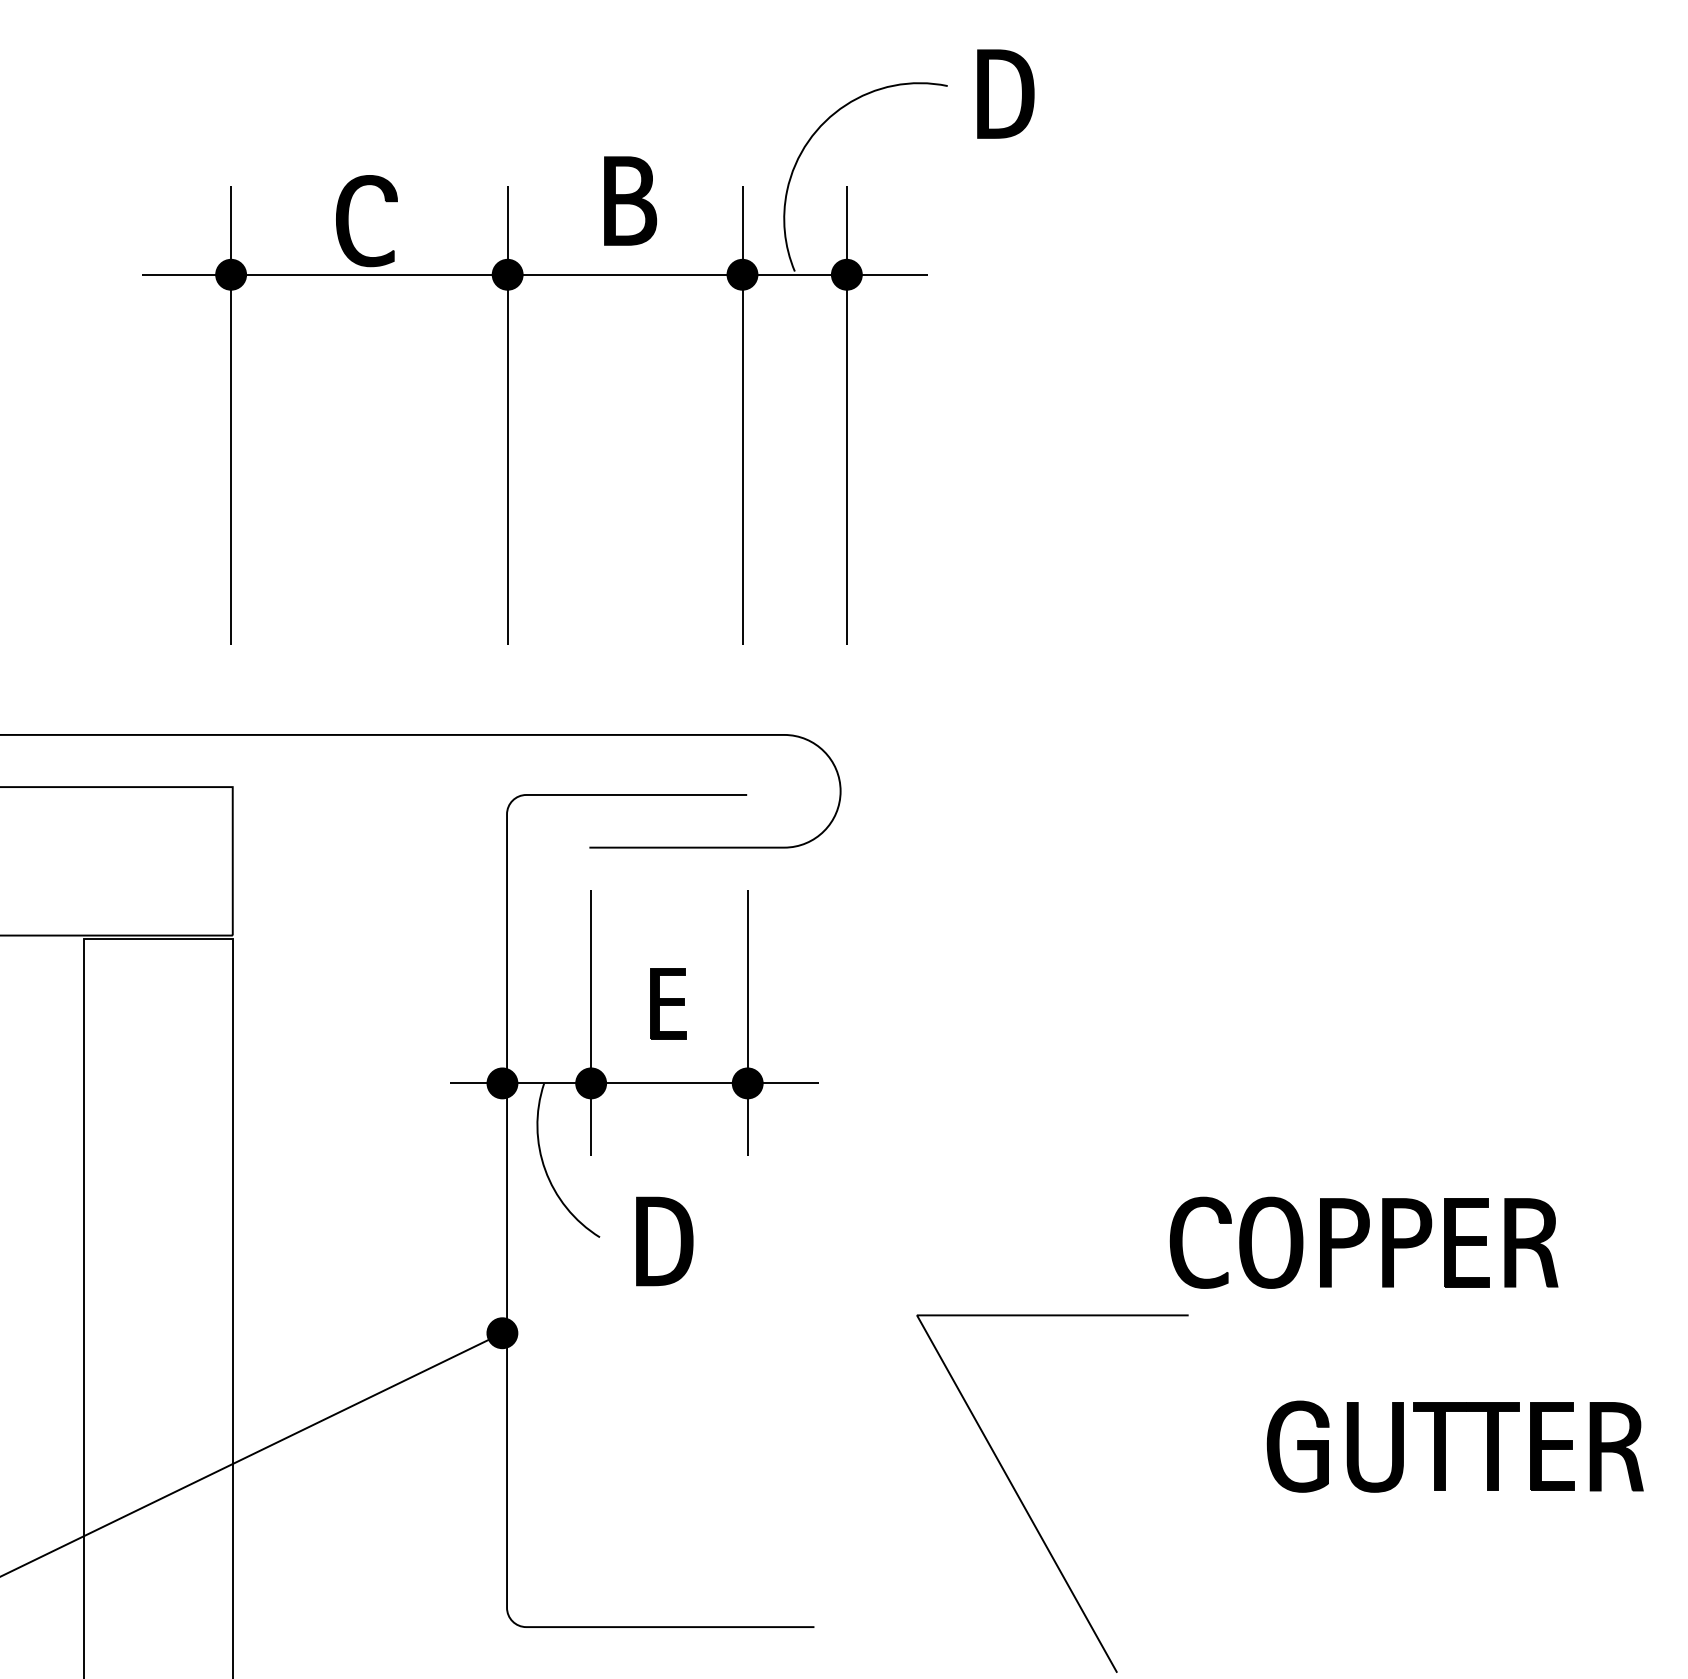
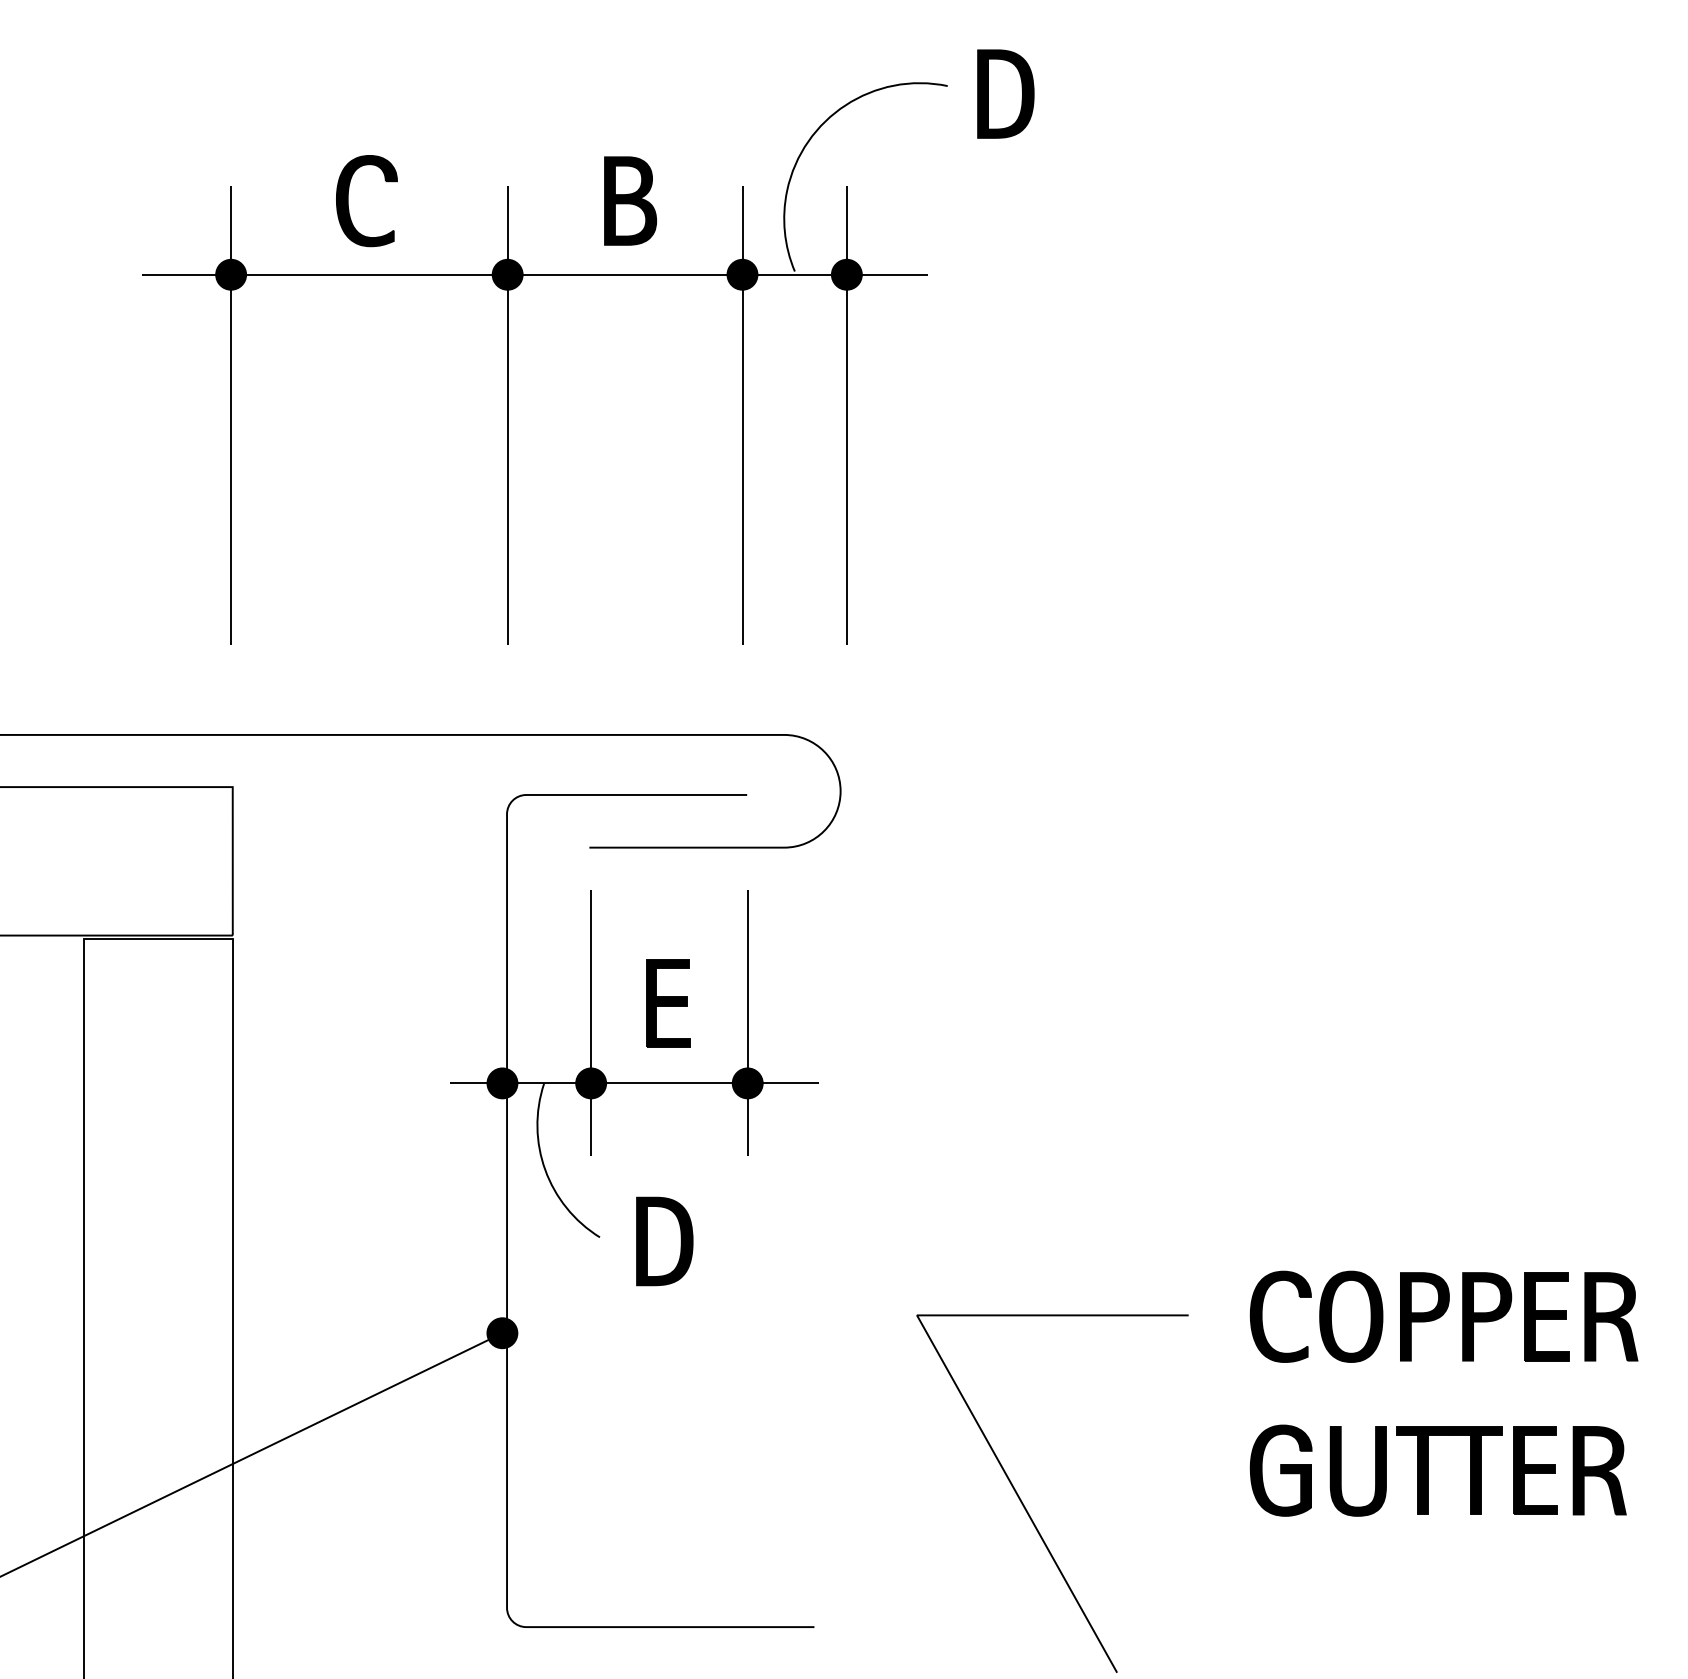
part at (348, 221) position: (348, 221) -> (348, 201)
part at (668, 1003) size: 37x72 px -> 45x89 px
part at (1363, 1242) position: (1363, 1242) -> (1443, 1316)
part at (1445, 1446) position: (1445, 1446) -> (1428, 1470)
